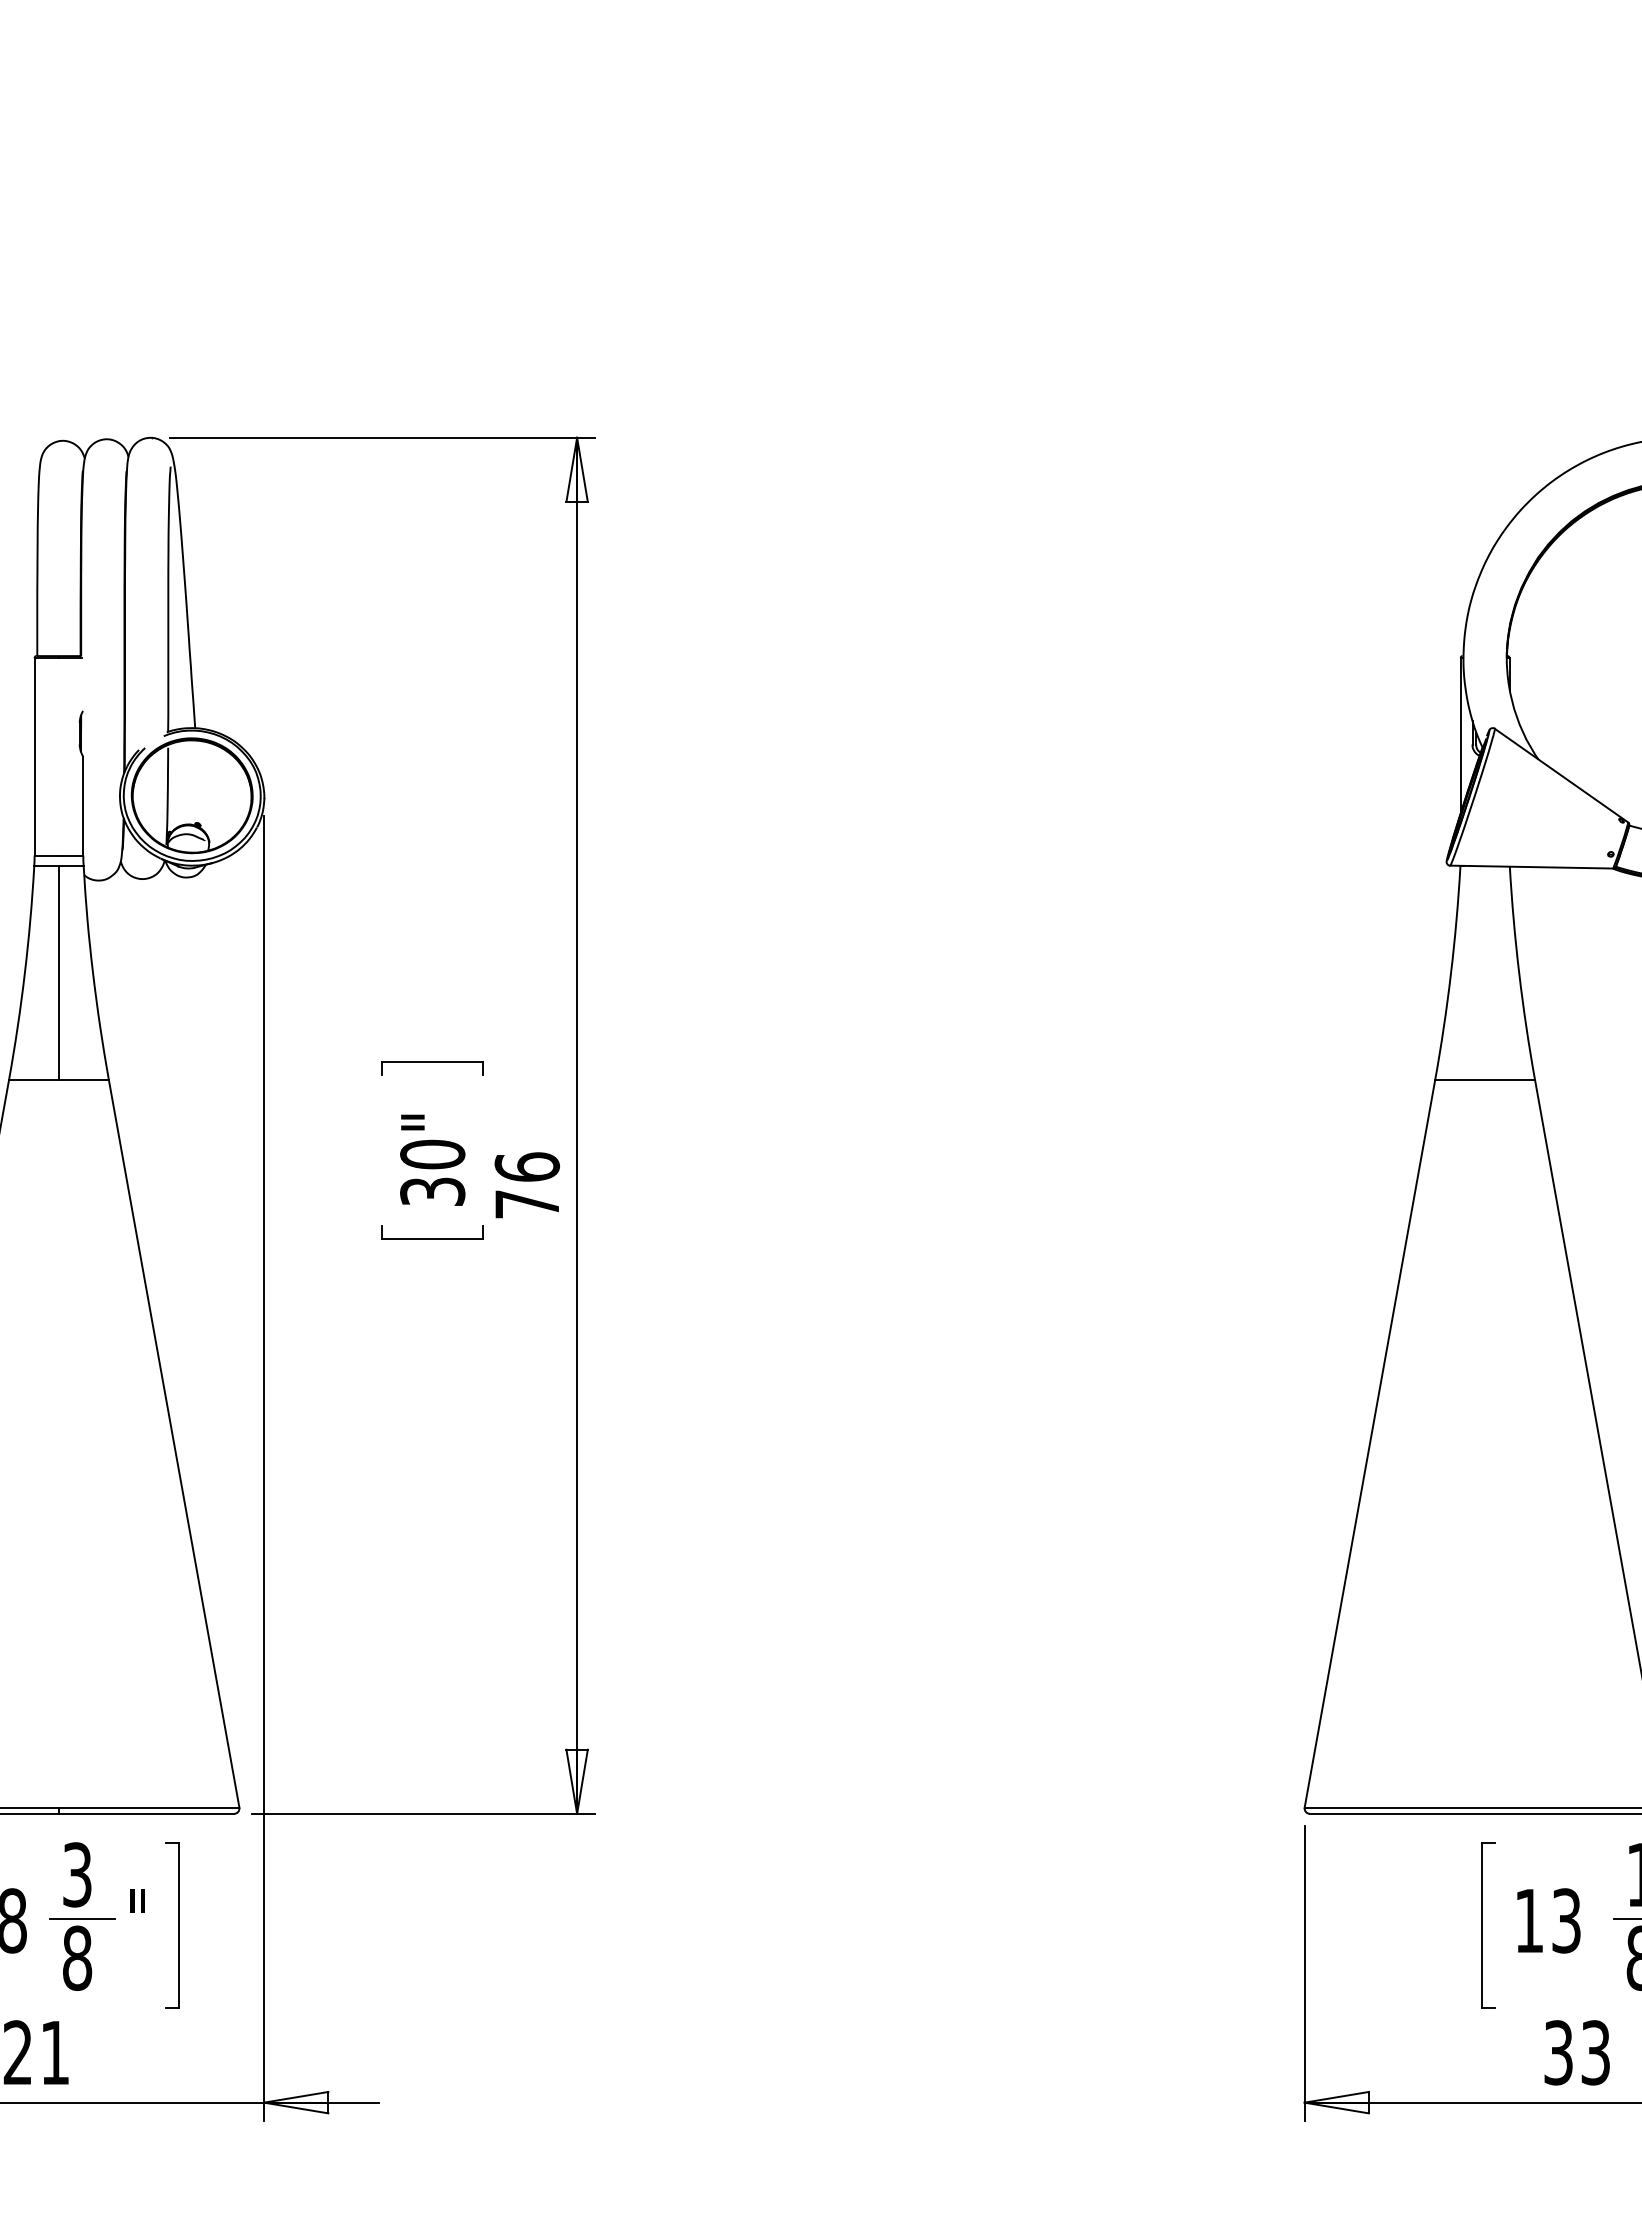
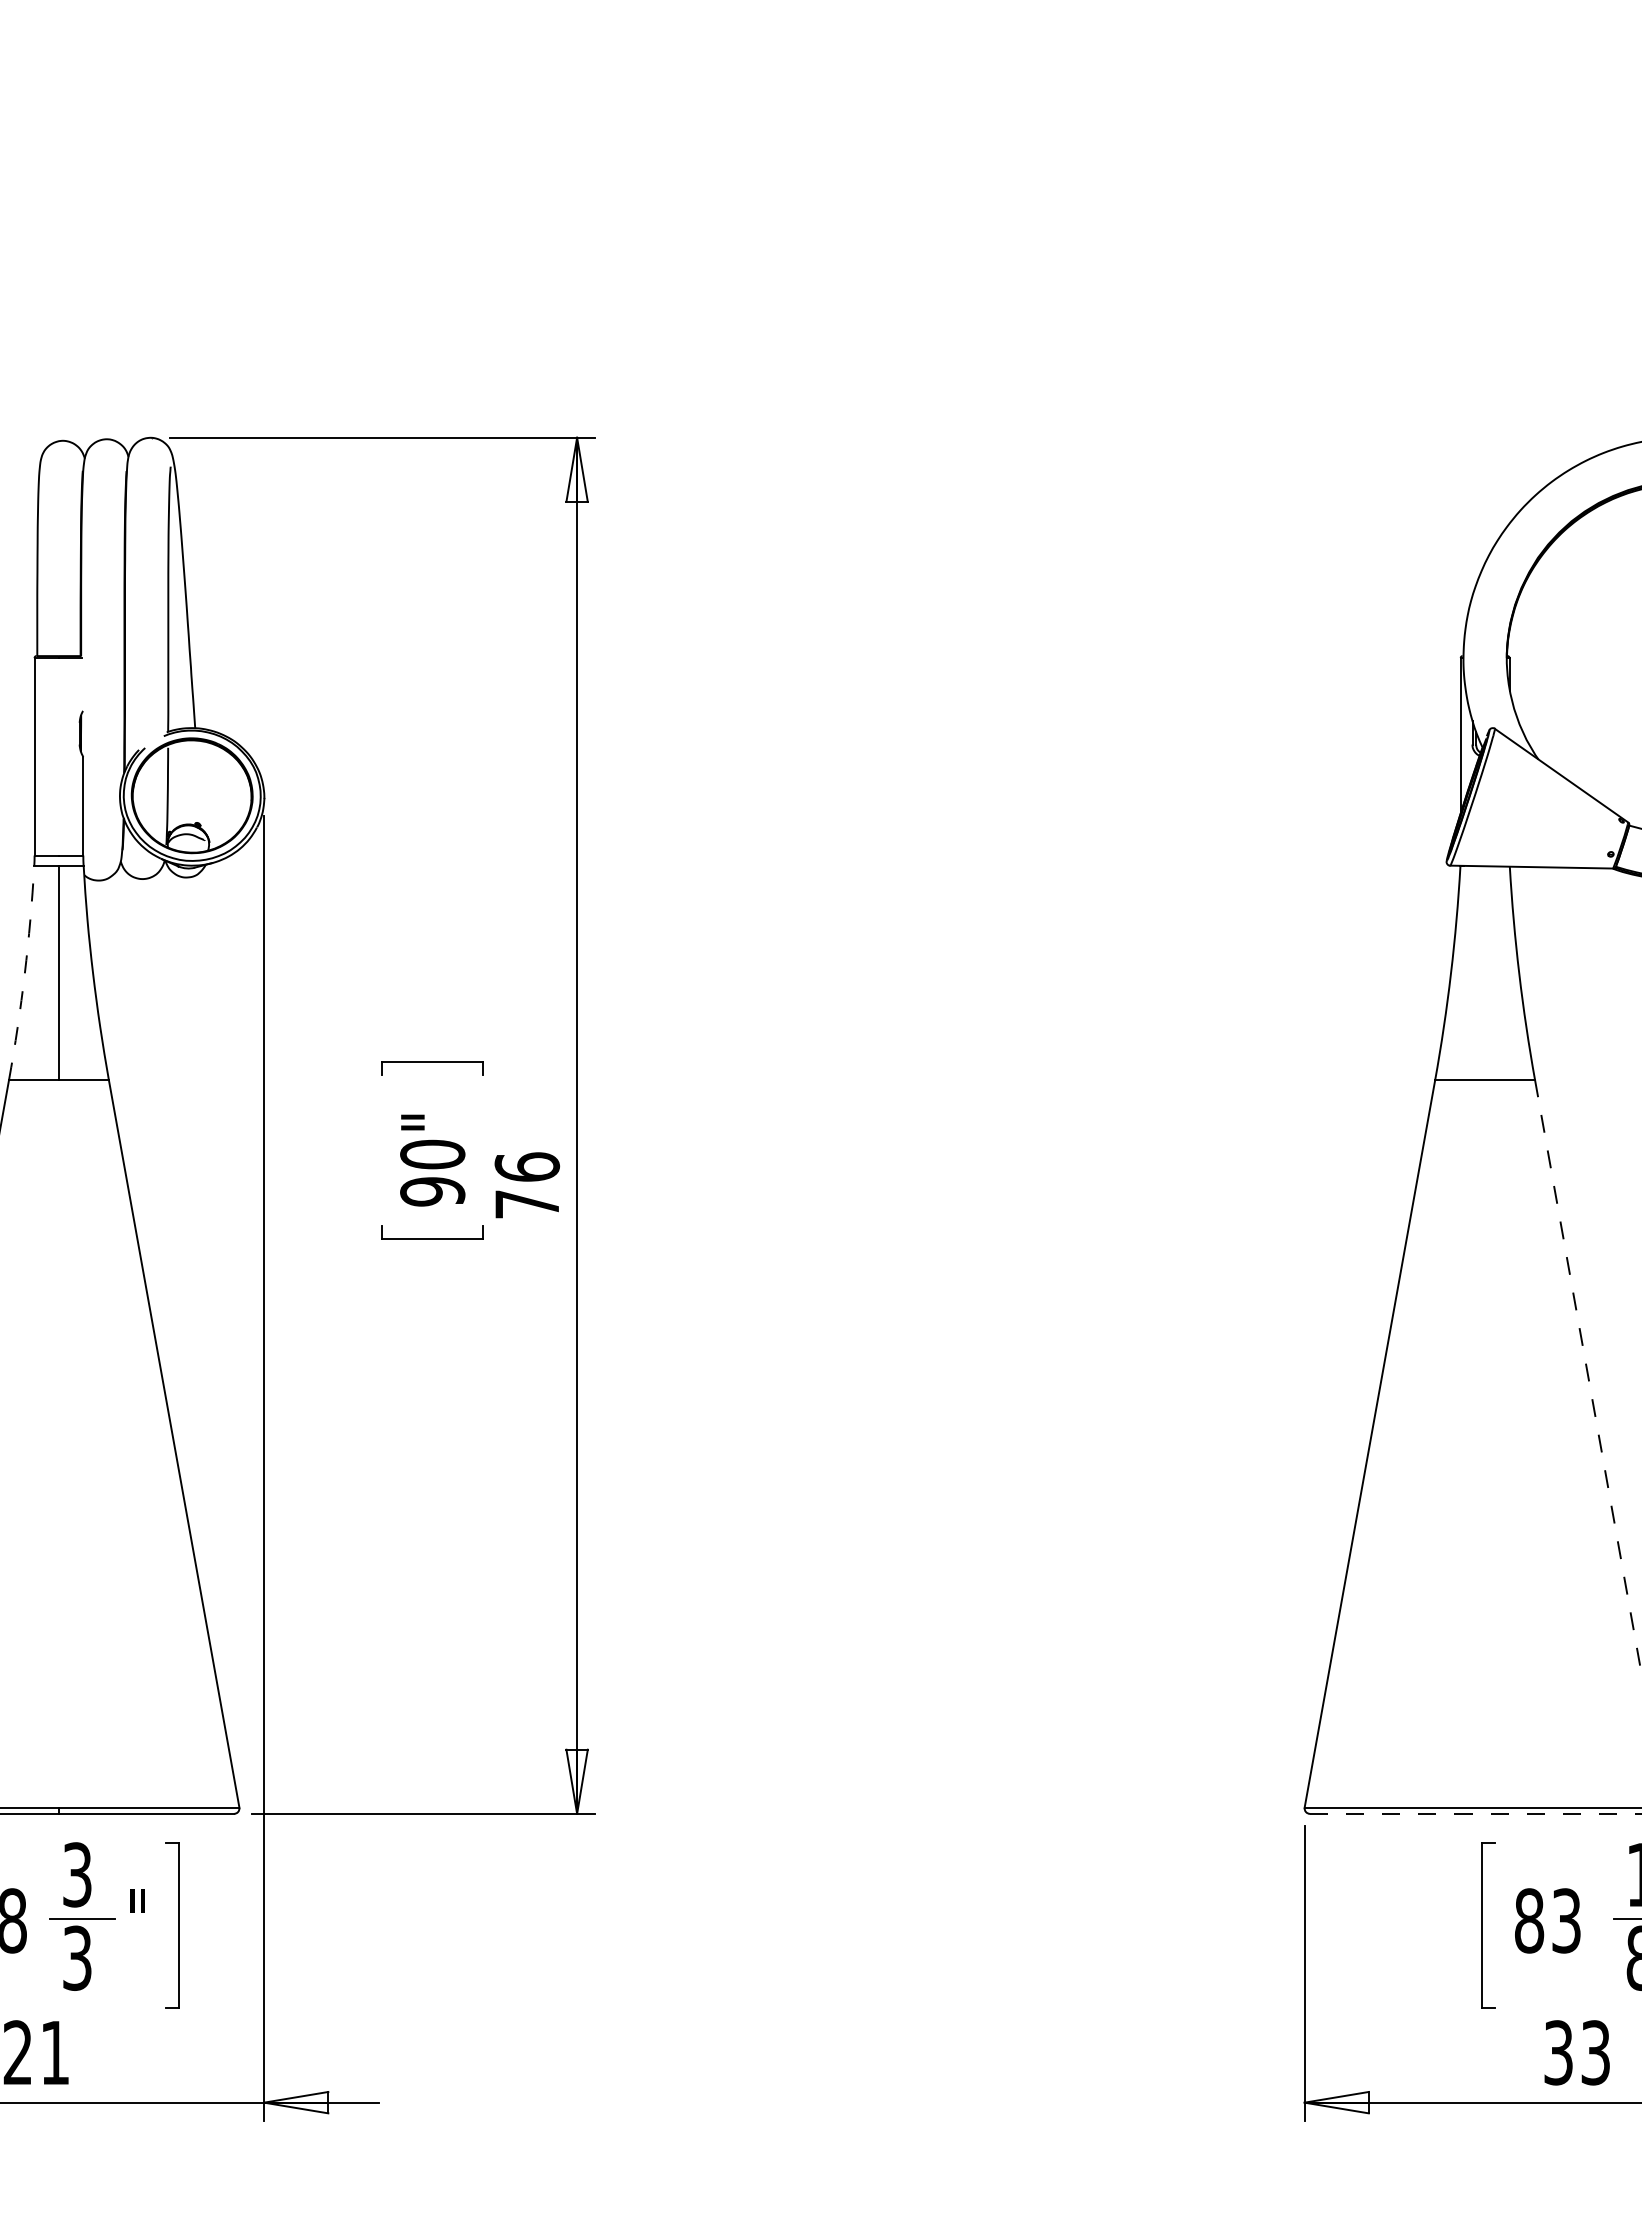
arc at (24, 973): solid -> dashed
text at (432, 1191): 30" -> 90"
line at (1588, 1377): solid -> dashed
line at (1475, 1813): solid -> dashed
text at (1529, 1920): 13 -> 83
text at (77, 1957): 8 -> 3
